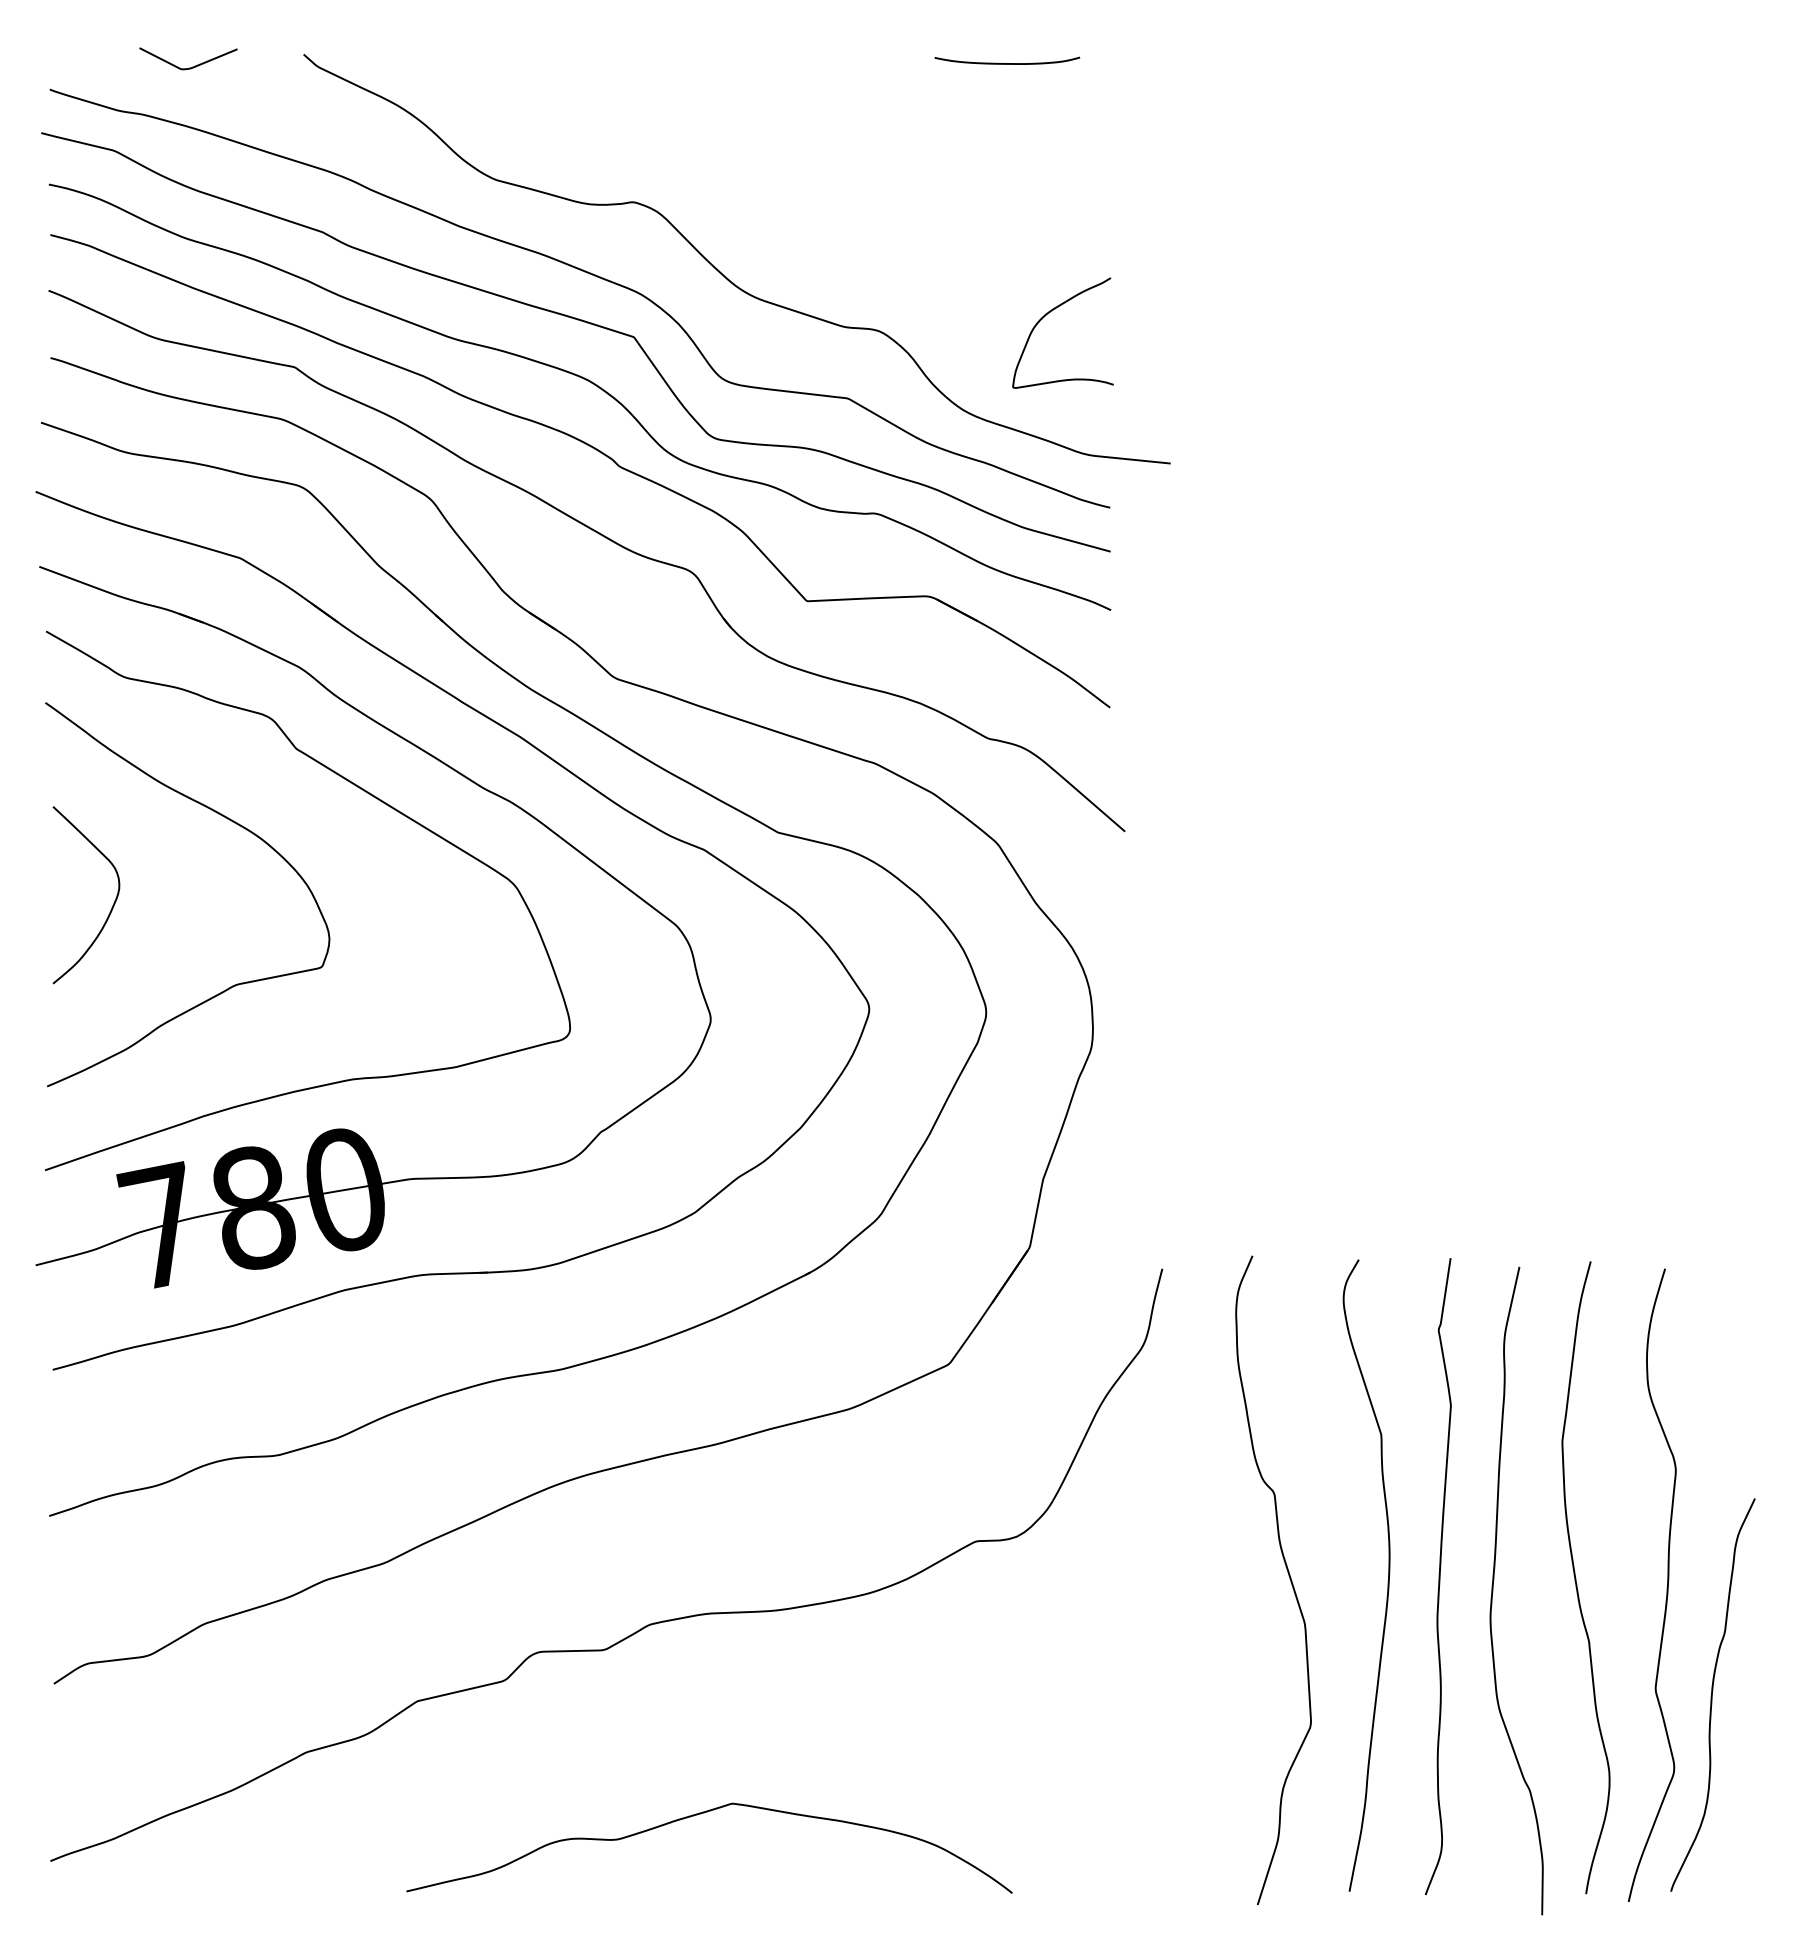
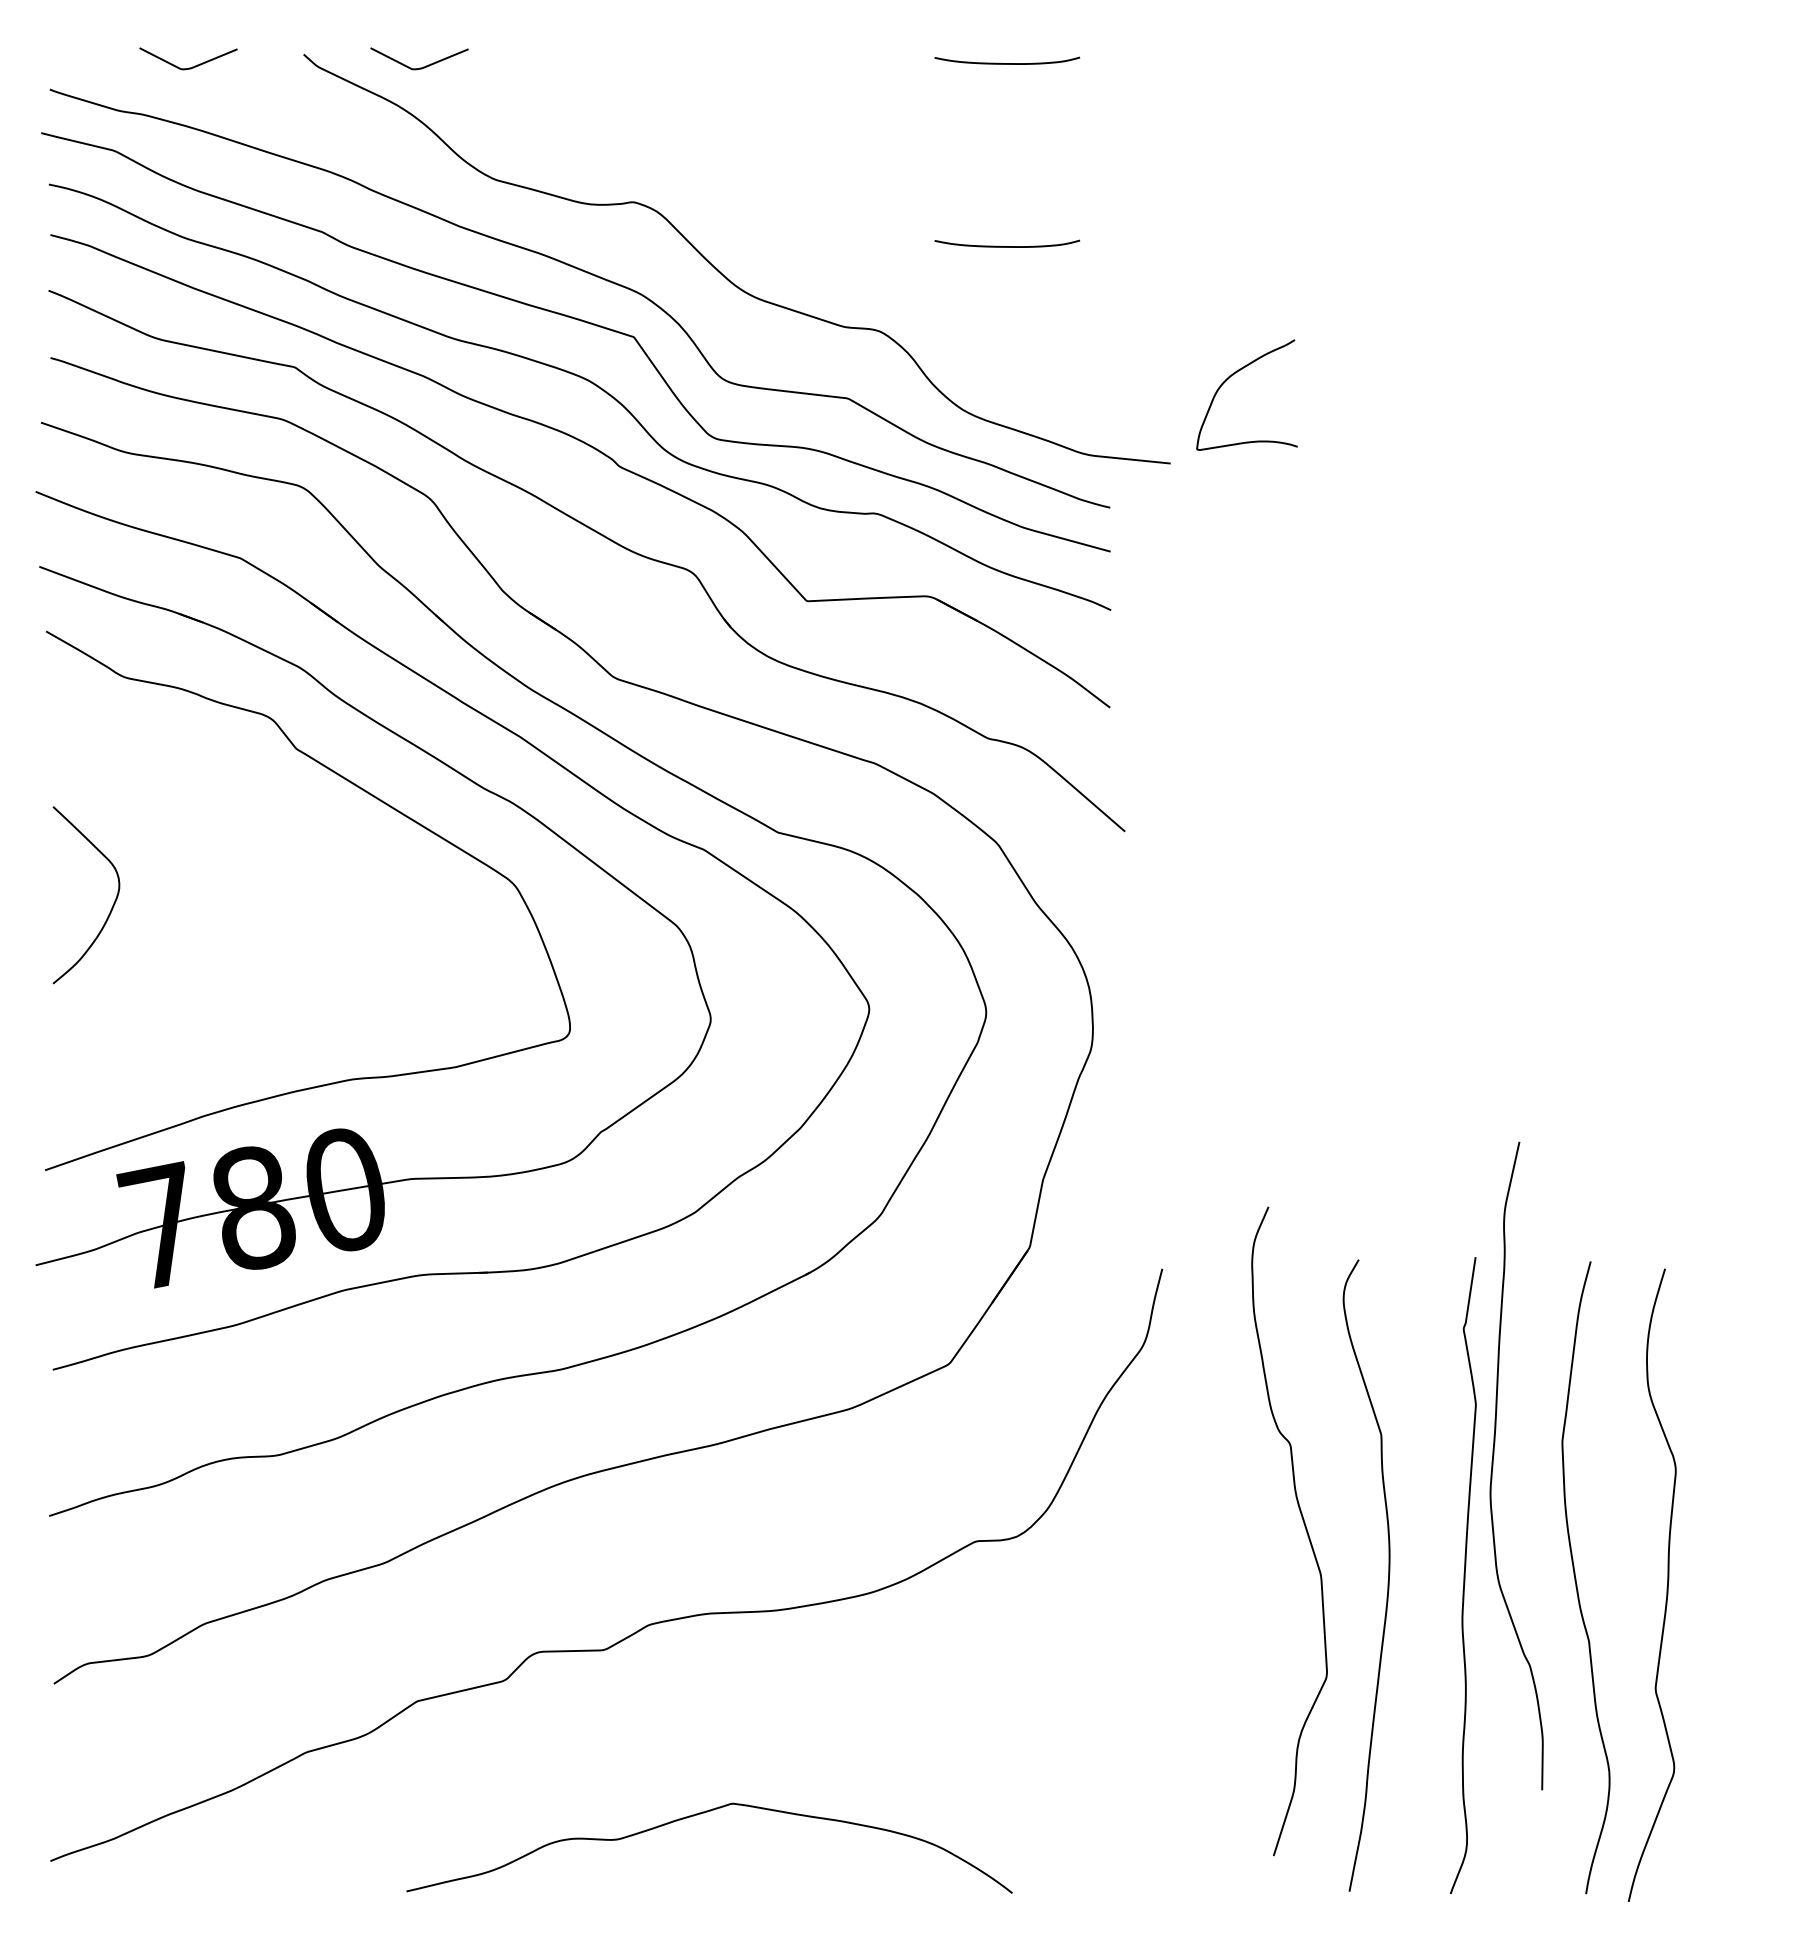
curve at (423, 66): none -> present
curve at (1007, 246): none -> present
curve at (1049, 313) position: (1049, 313) -> (1233, 375)
curve at (232, 822): present -> none
curve at (1288, 1575) position: (1288, 1575) -> (1304, 1526)
curve at (1438, 1576) position: (1438, 1576) -> (1463, 1575)
curve at (1493, 1590) position: (1493, 1590) -> (1493, 1465)
curve at (1712, 1694): present -> none
